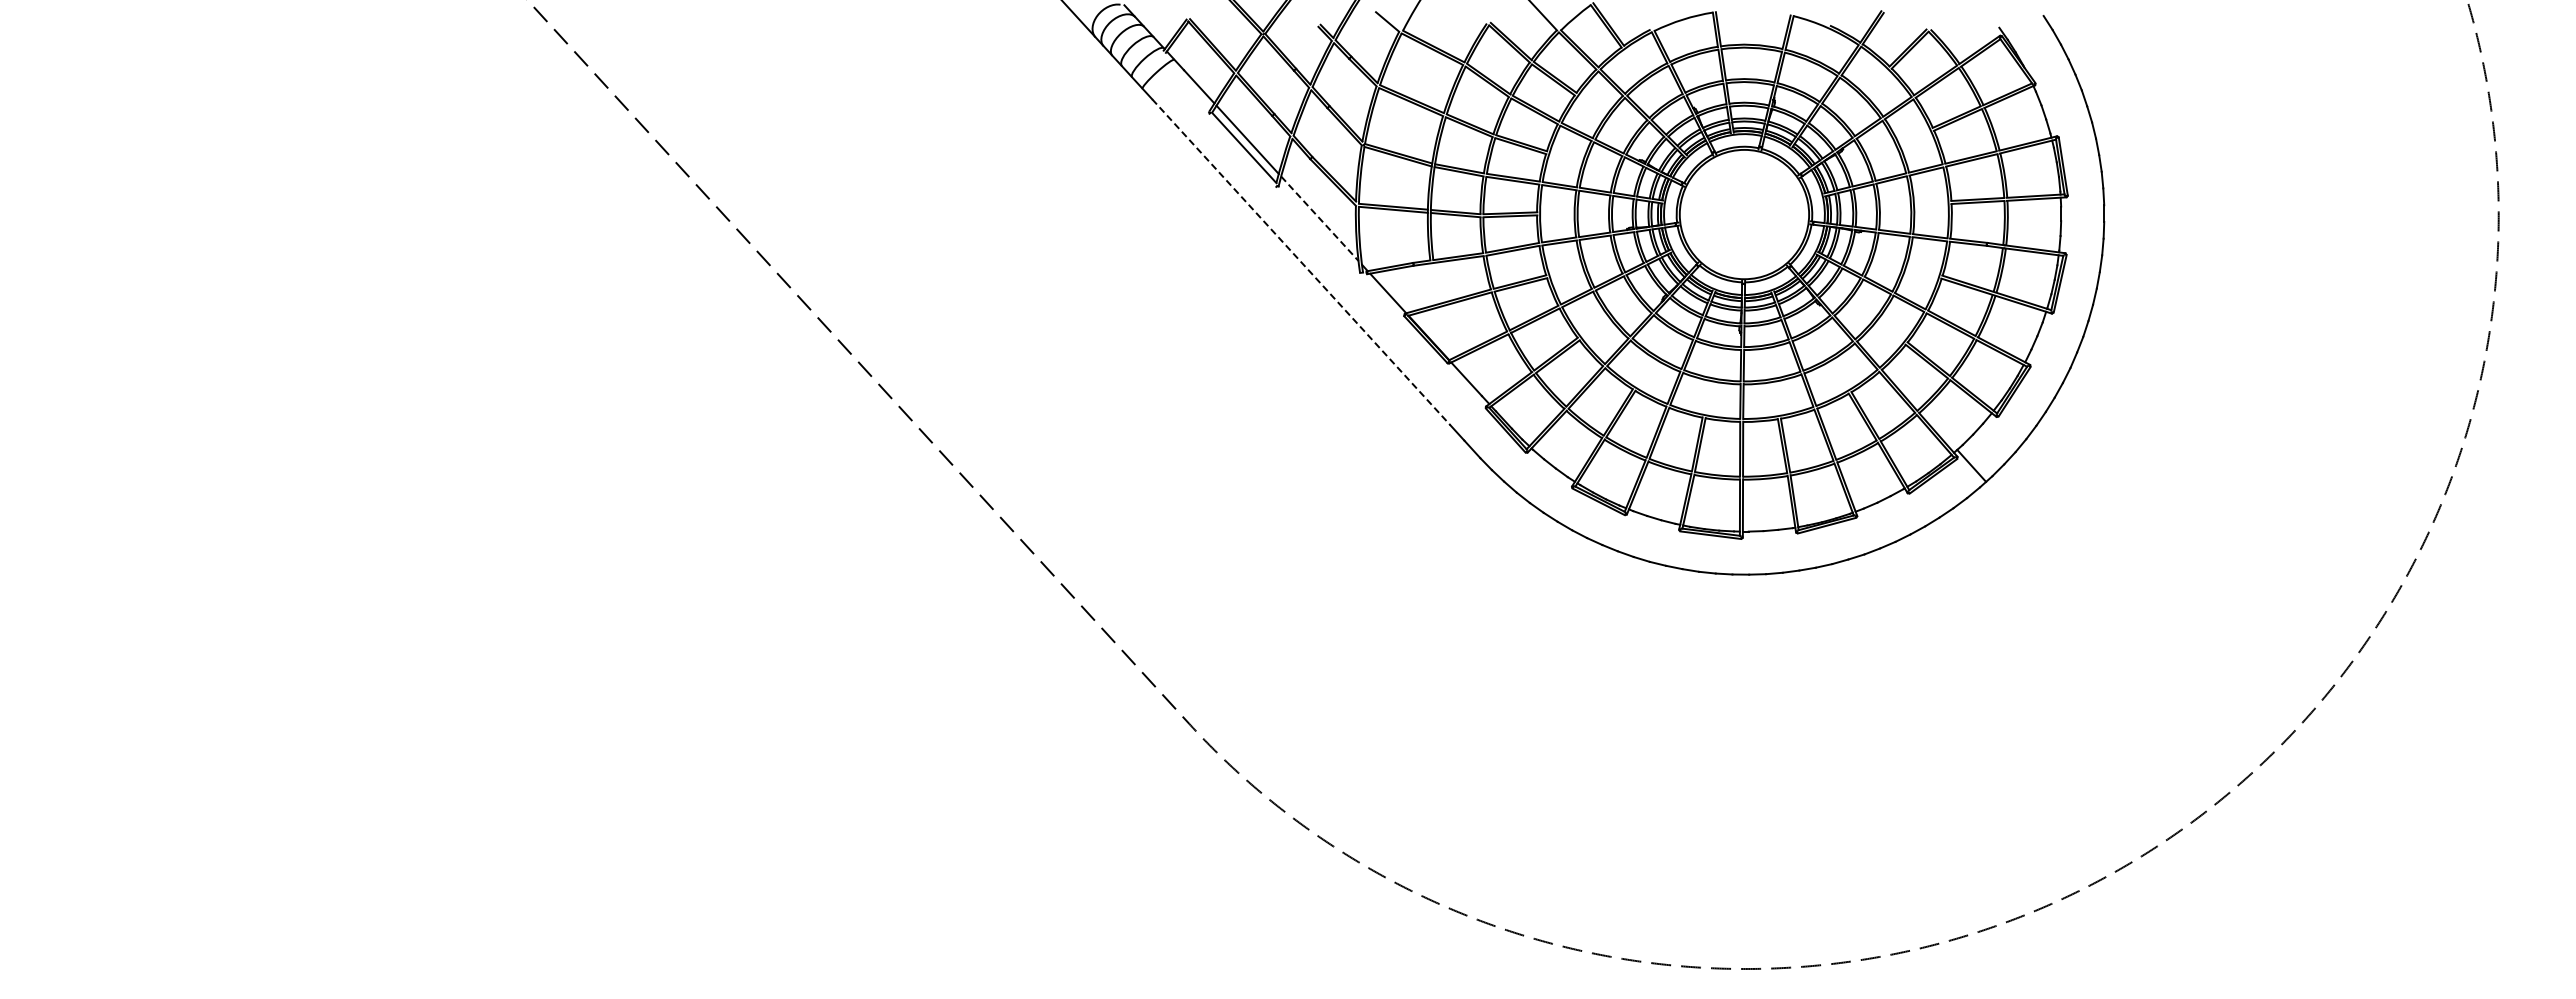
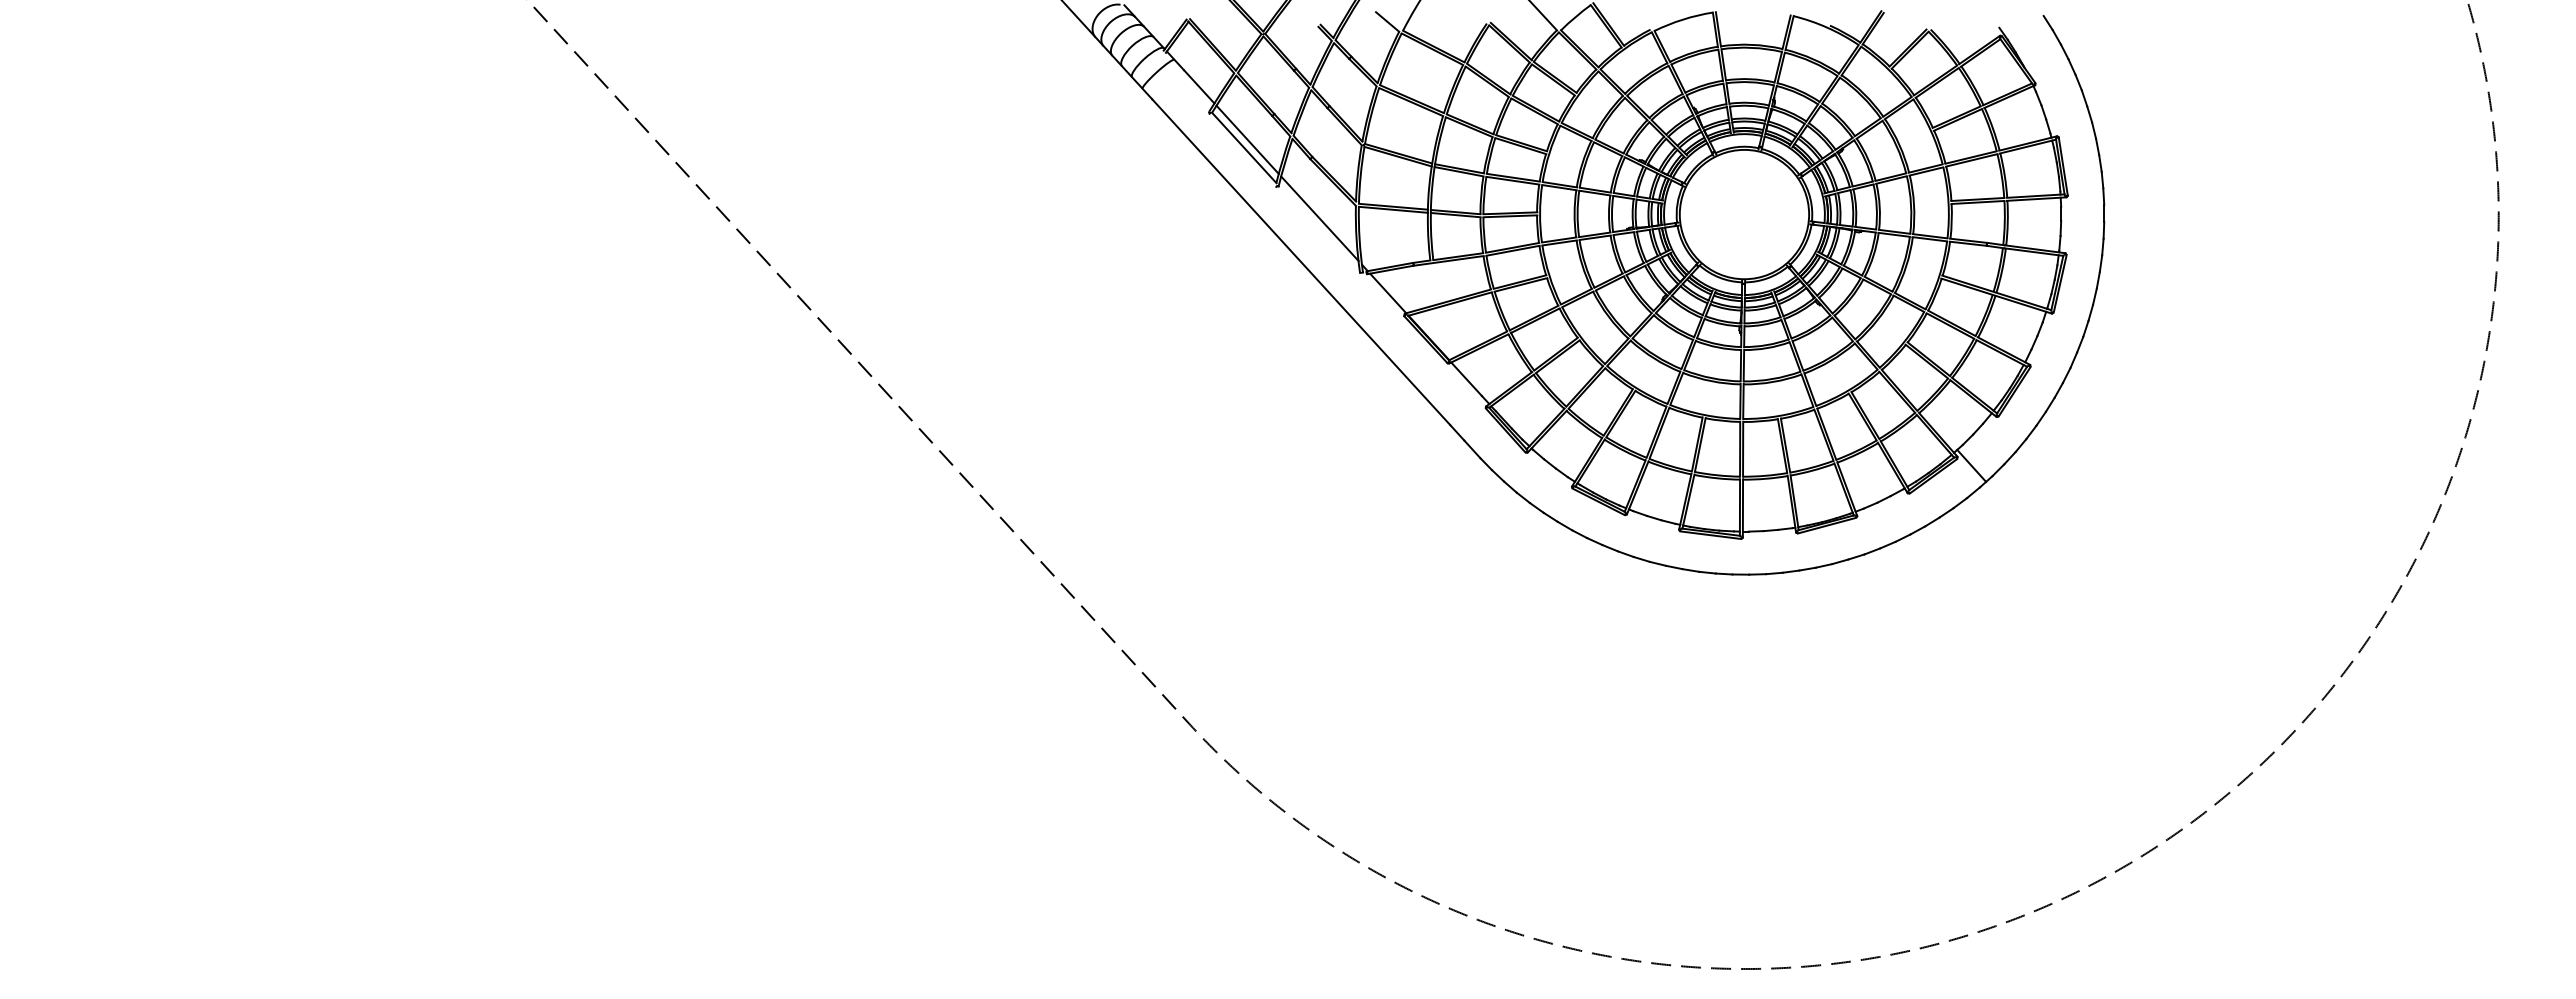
line at (1320, 219): dashed -> solid
line at (1301, 262): dashed -> solid
